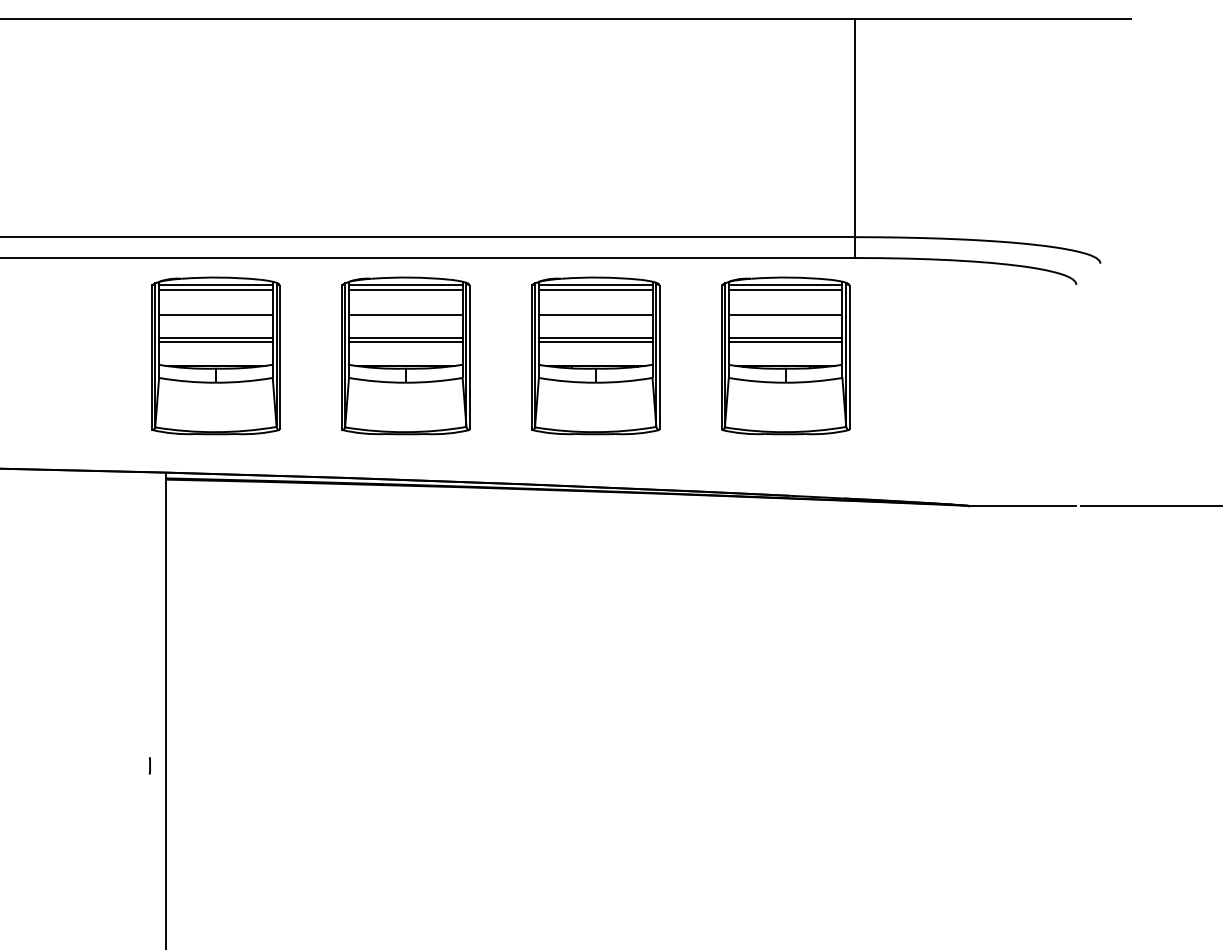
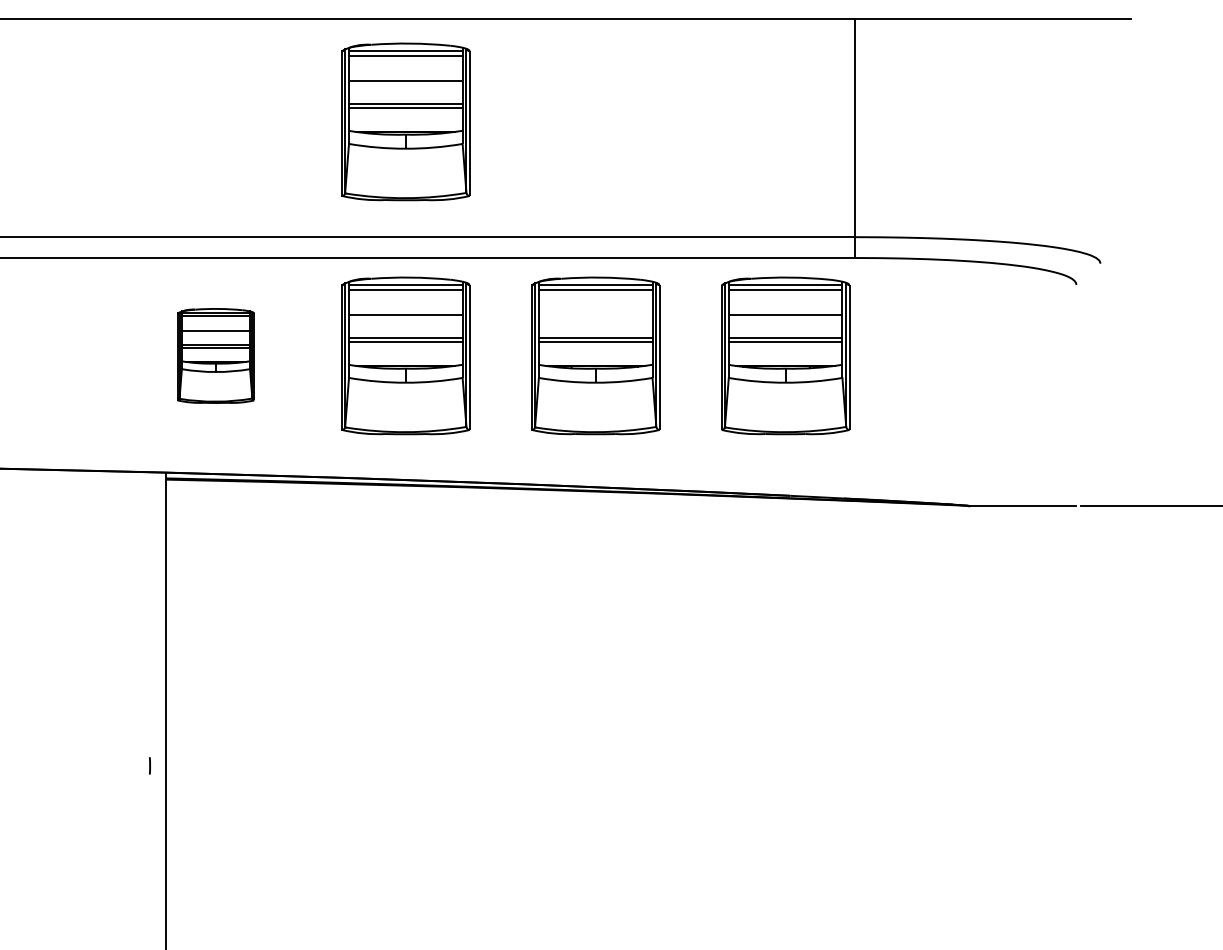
part at (405, 121): none -> present
line at (595, 314): present -> none
part at (215, 355) size: 130x160 px -> 78x96 px
